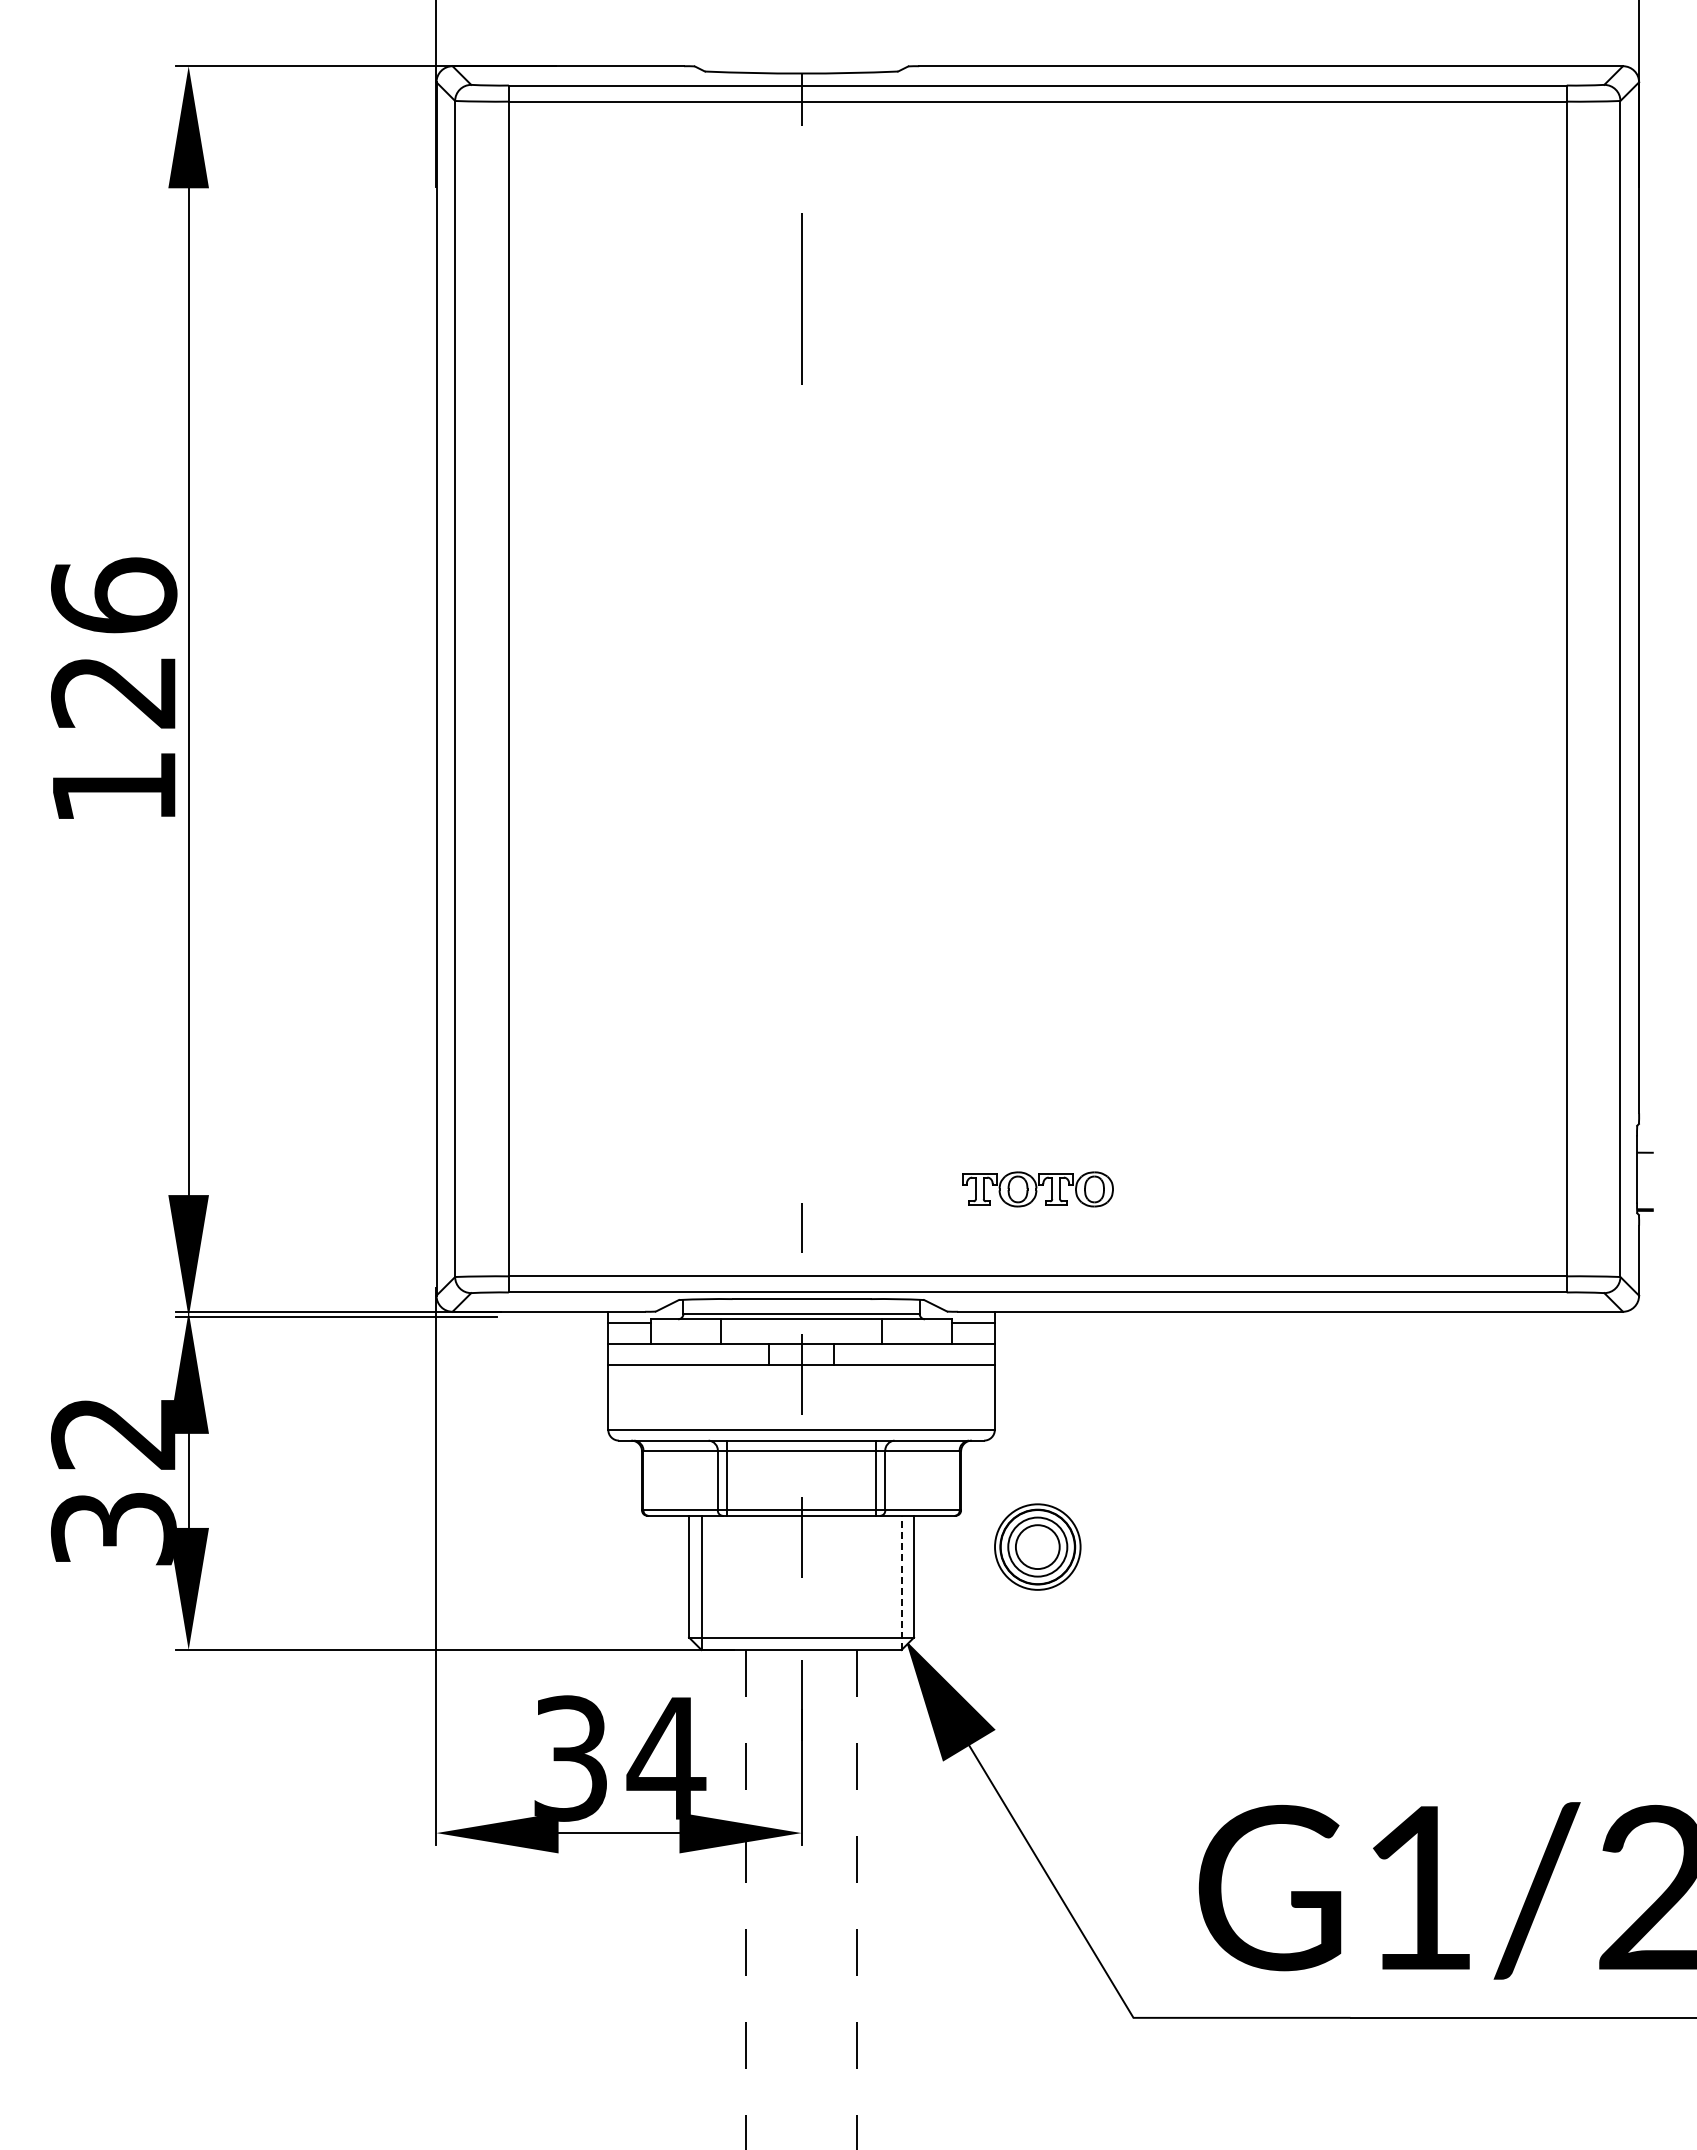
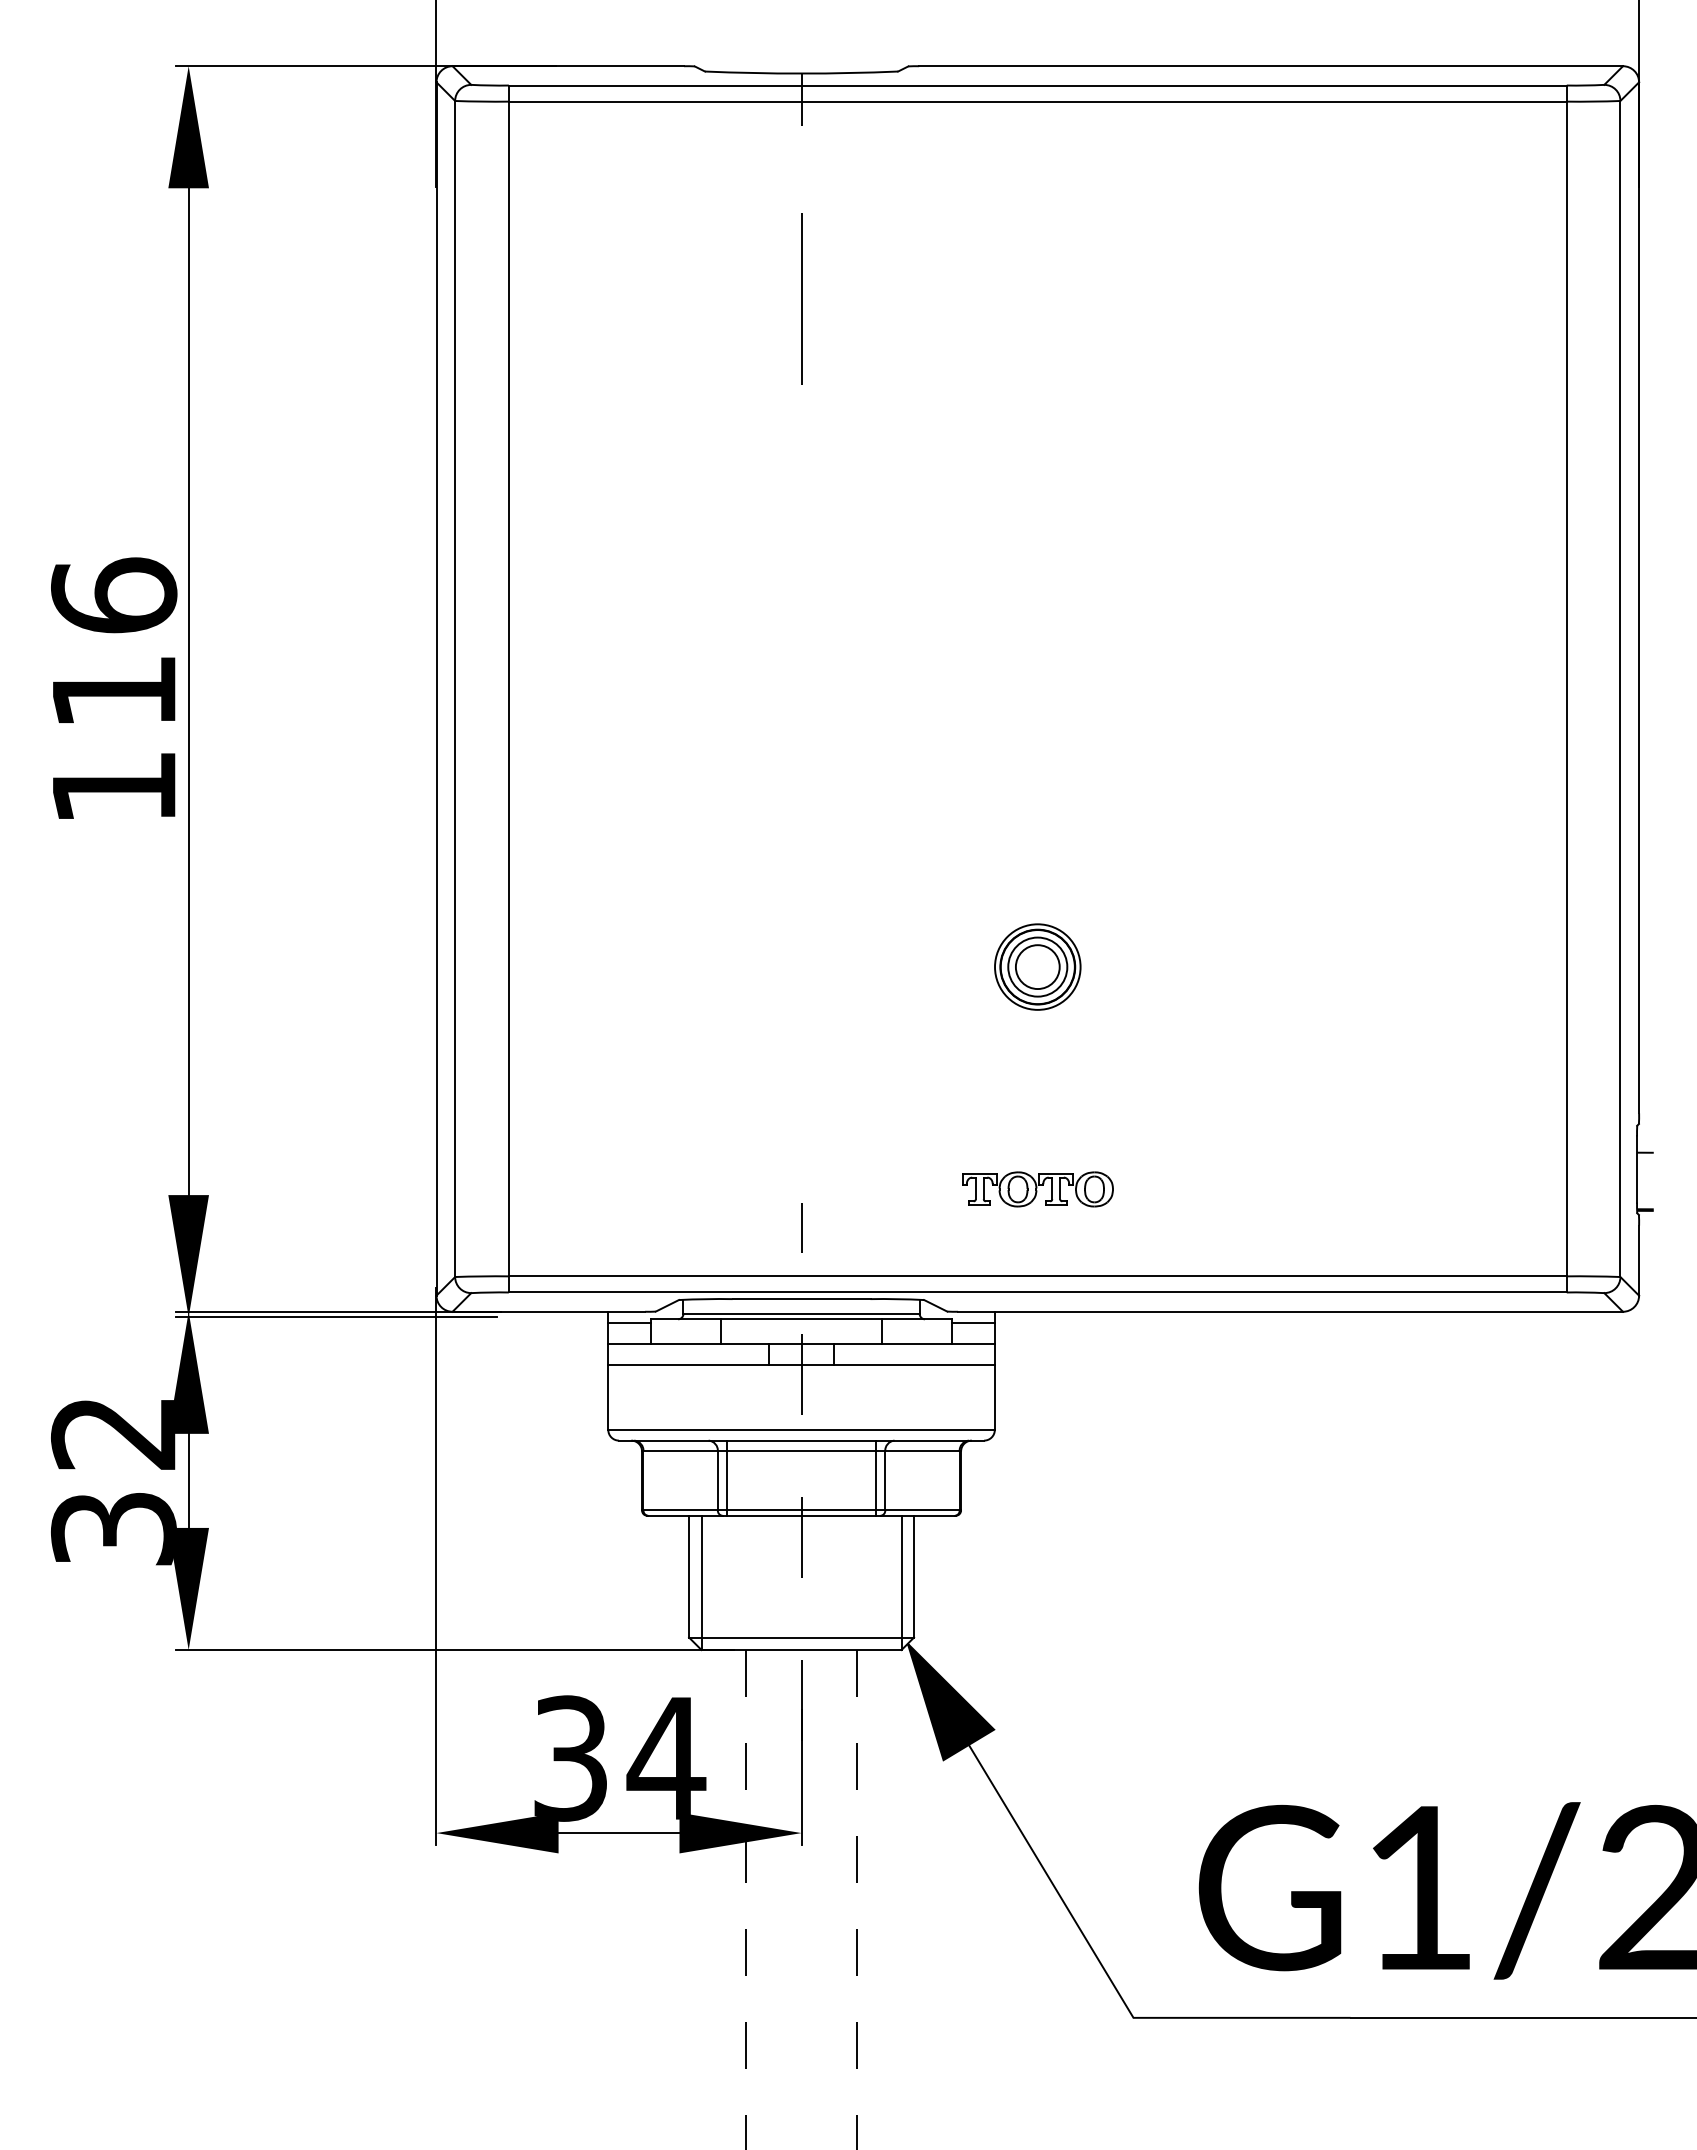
text at (113, 692): 126 -> 116
part at (1037, 1546) position: (1037, 1546) -> (1037, 966)
line at (901, 1582): dashed -> solid
